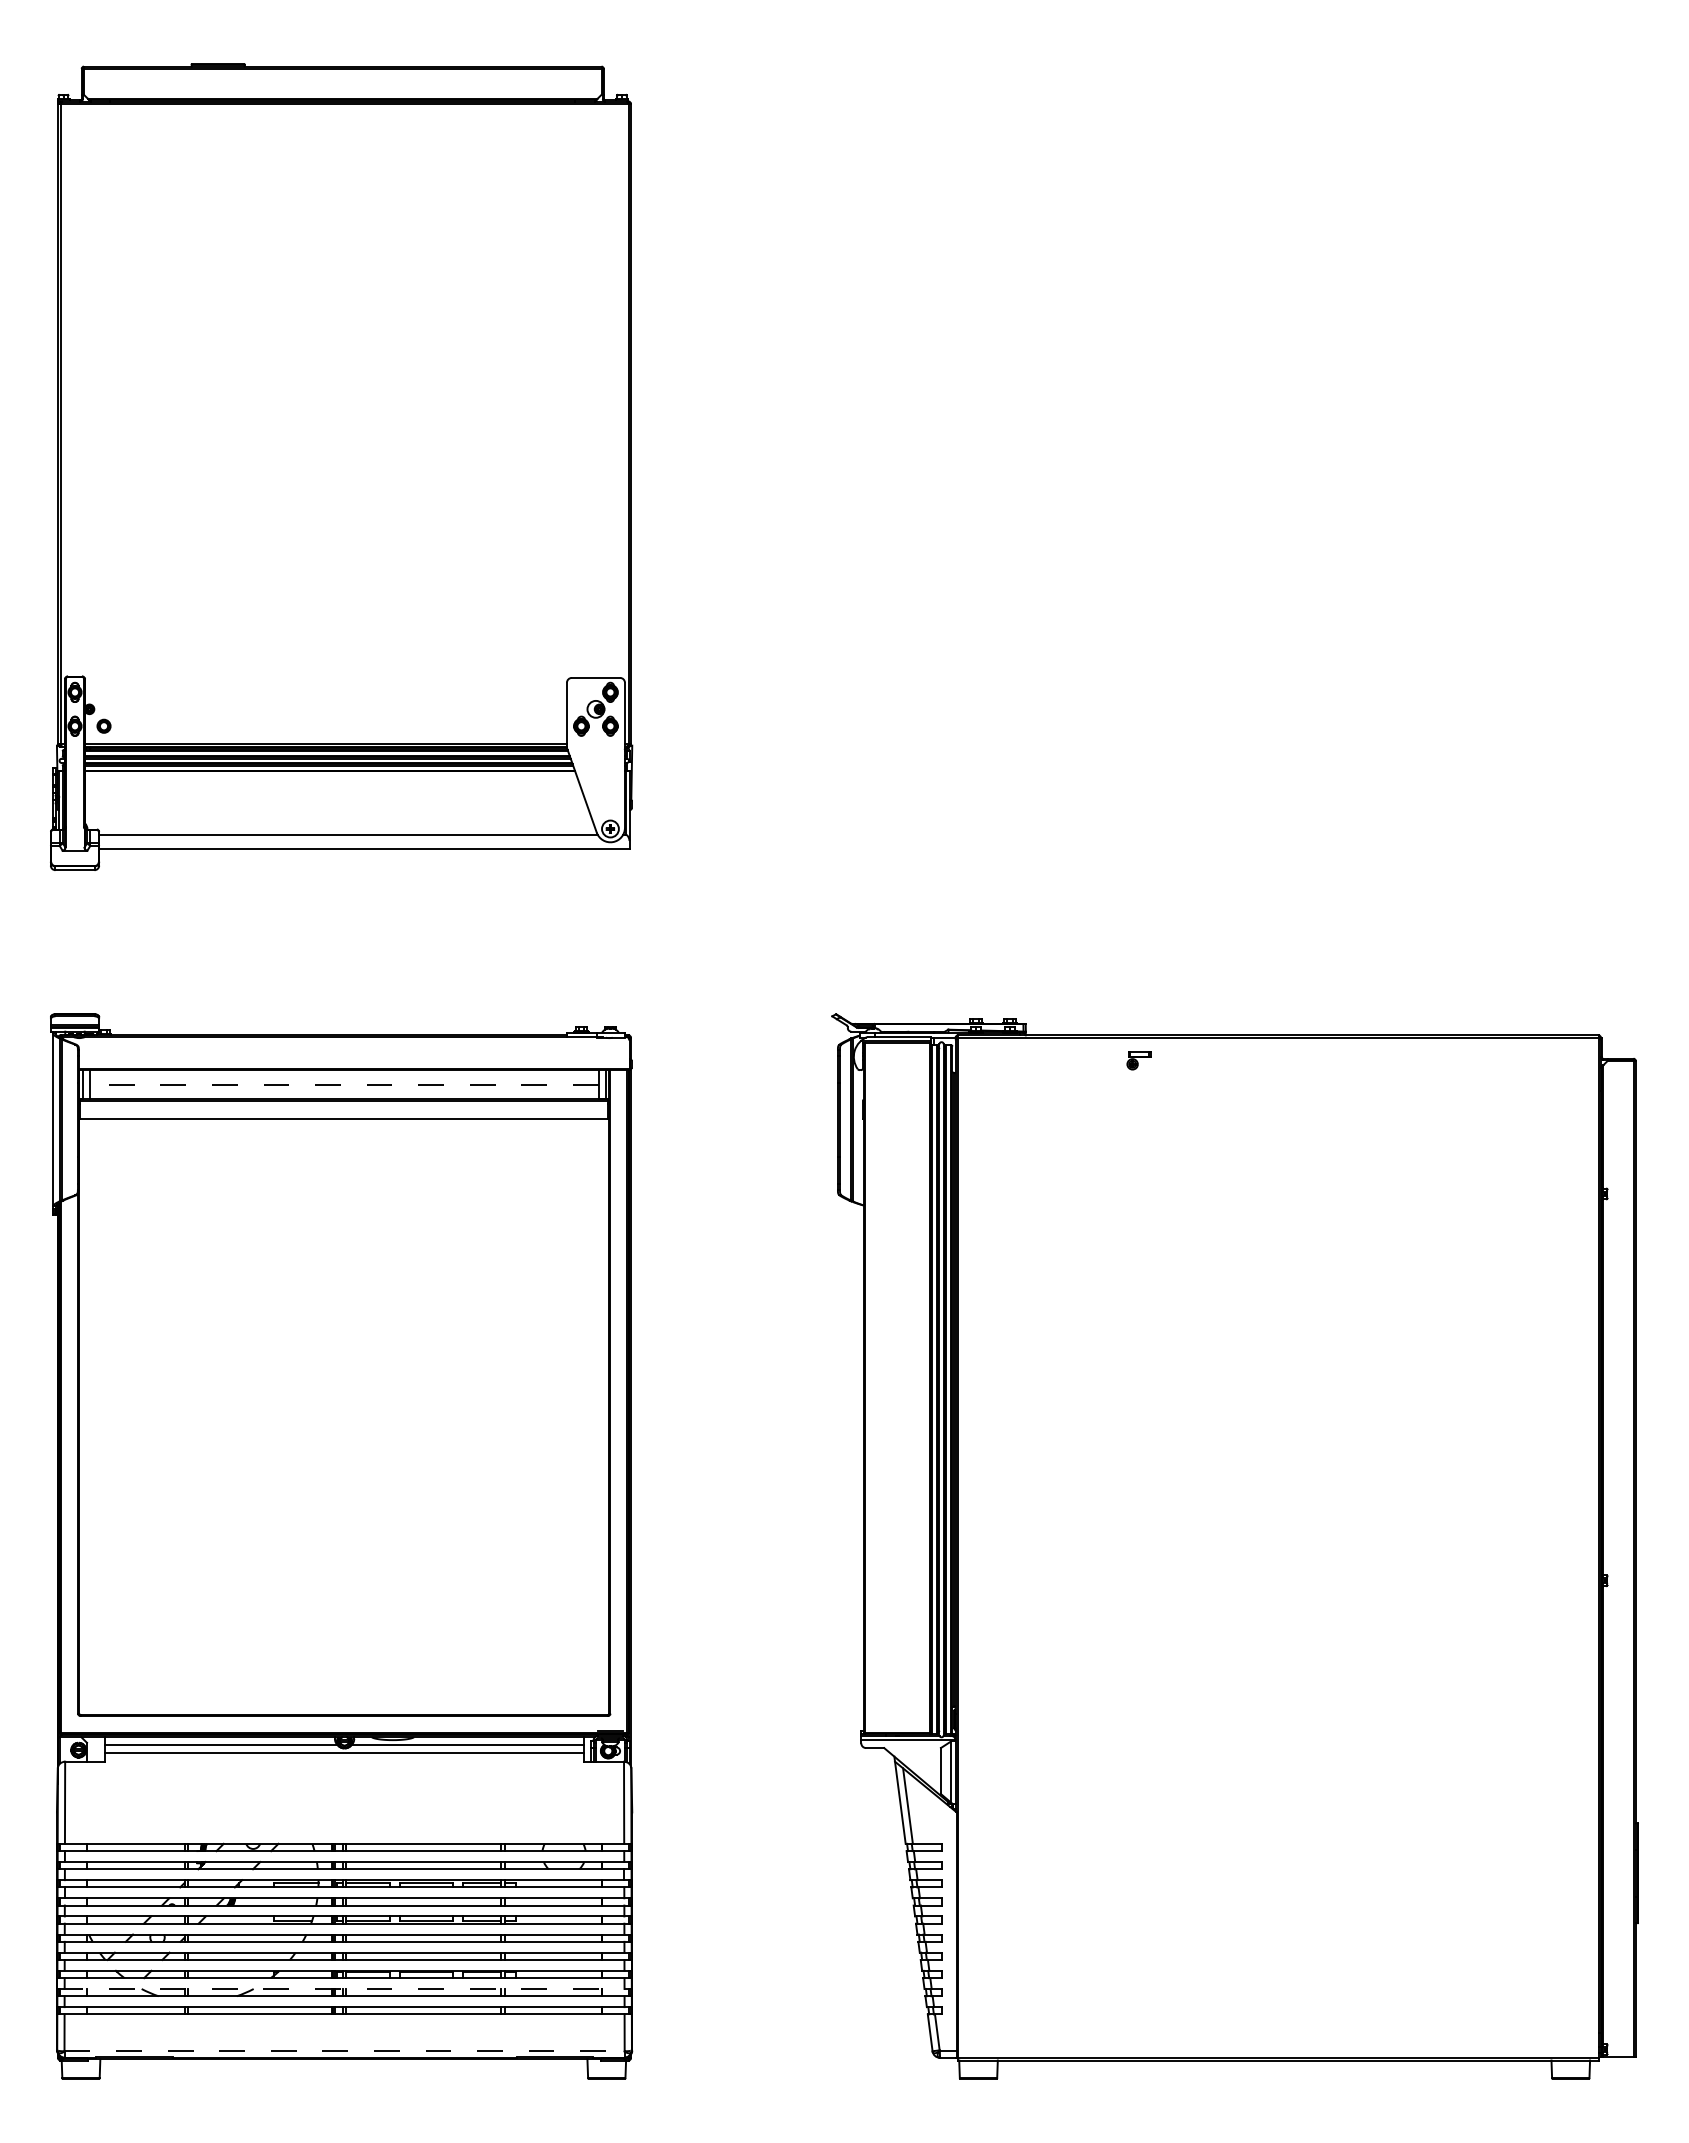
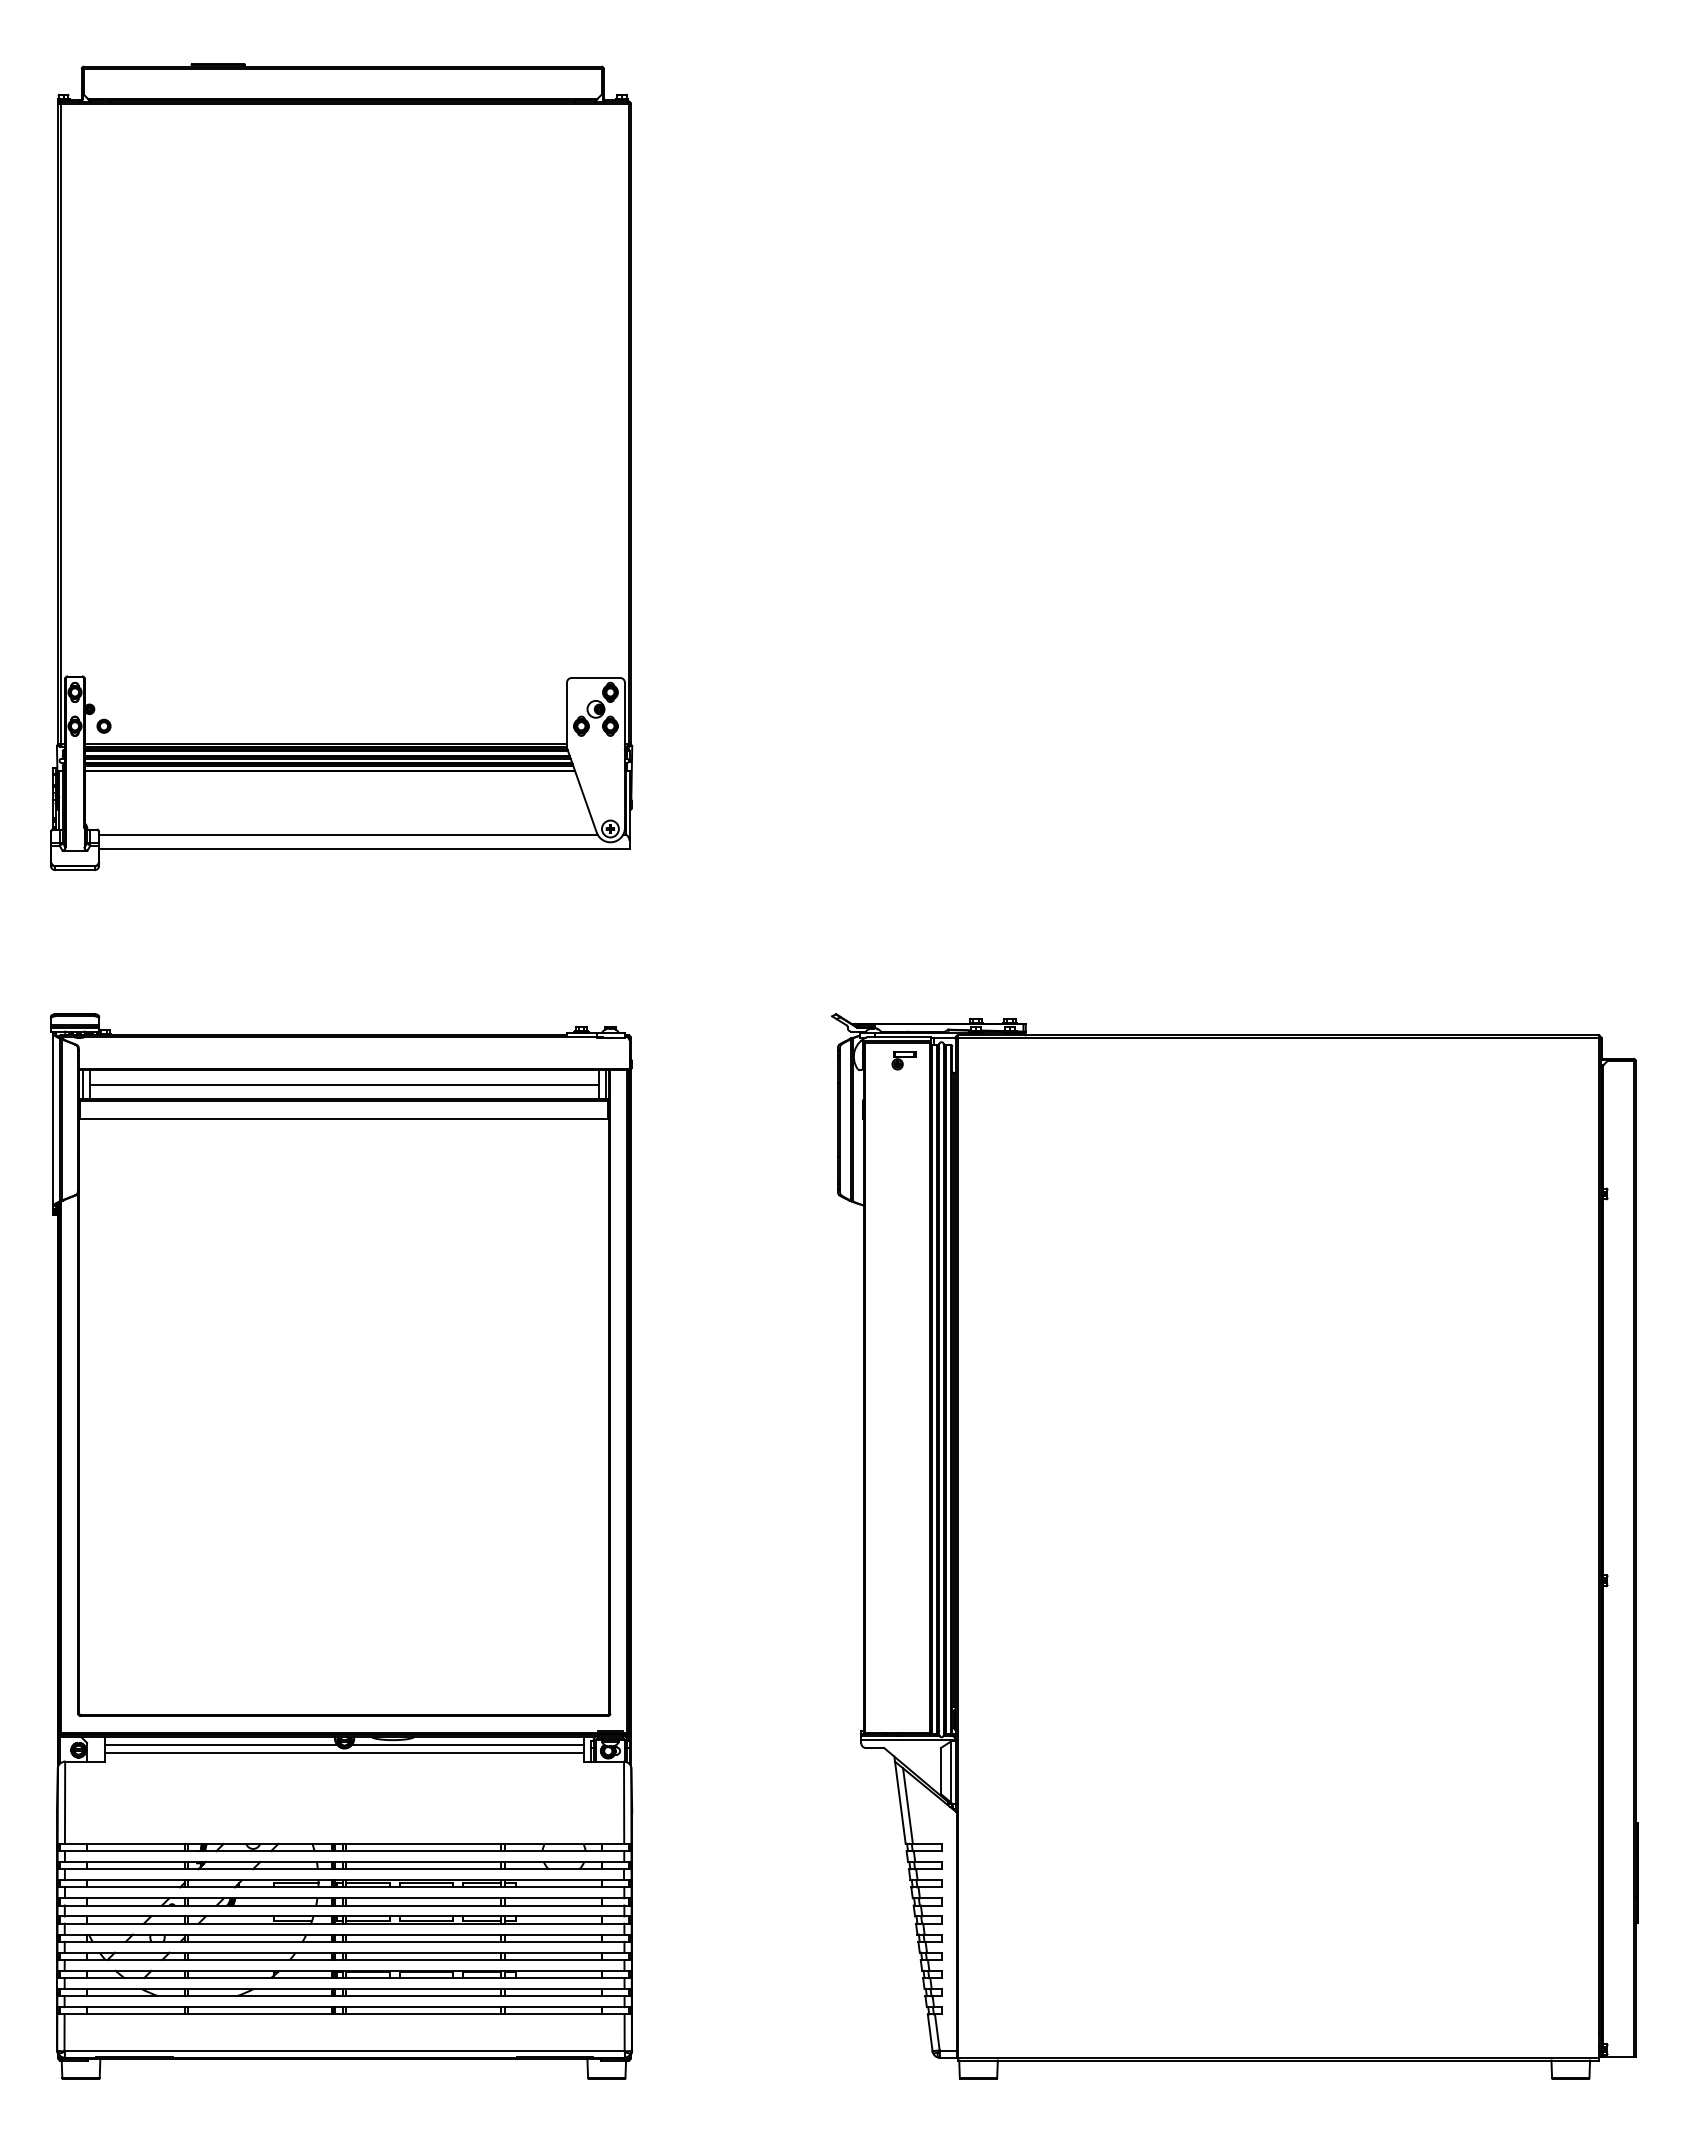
part at (1138, 1060) position: (1138, 1060) -> (903, 1060)
line at (343, 1084): dashed -> solid
line at (345, 1988): dashed -> solid
line at (345, 2051): dashed -> solid
